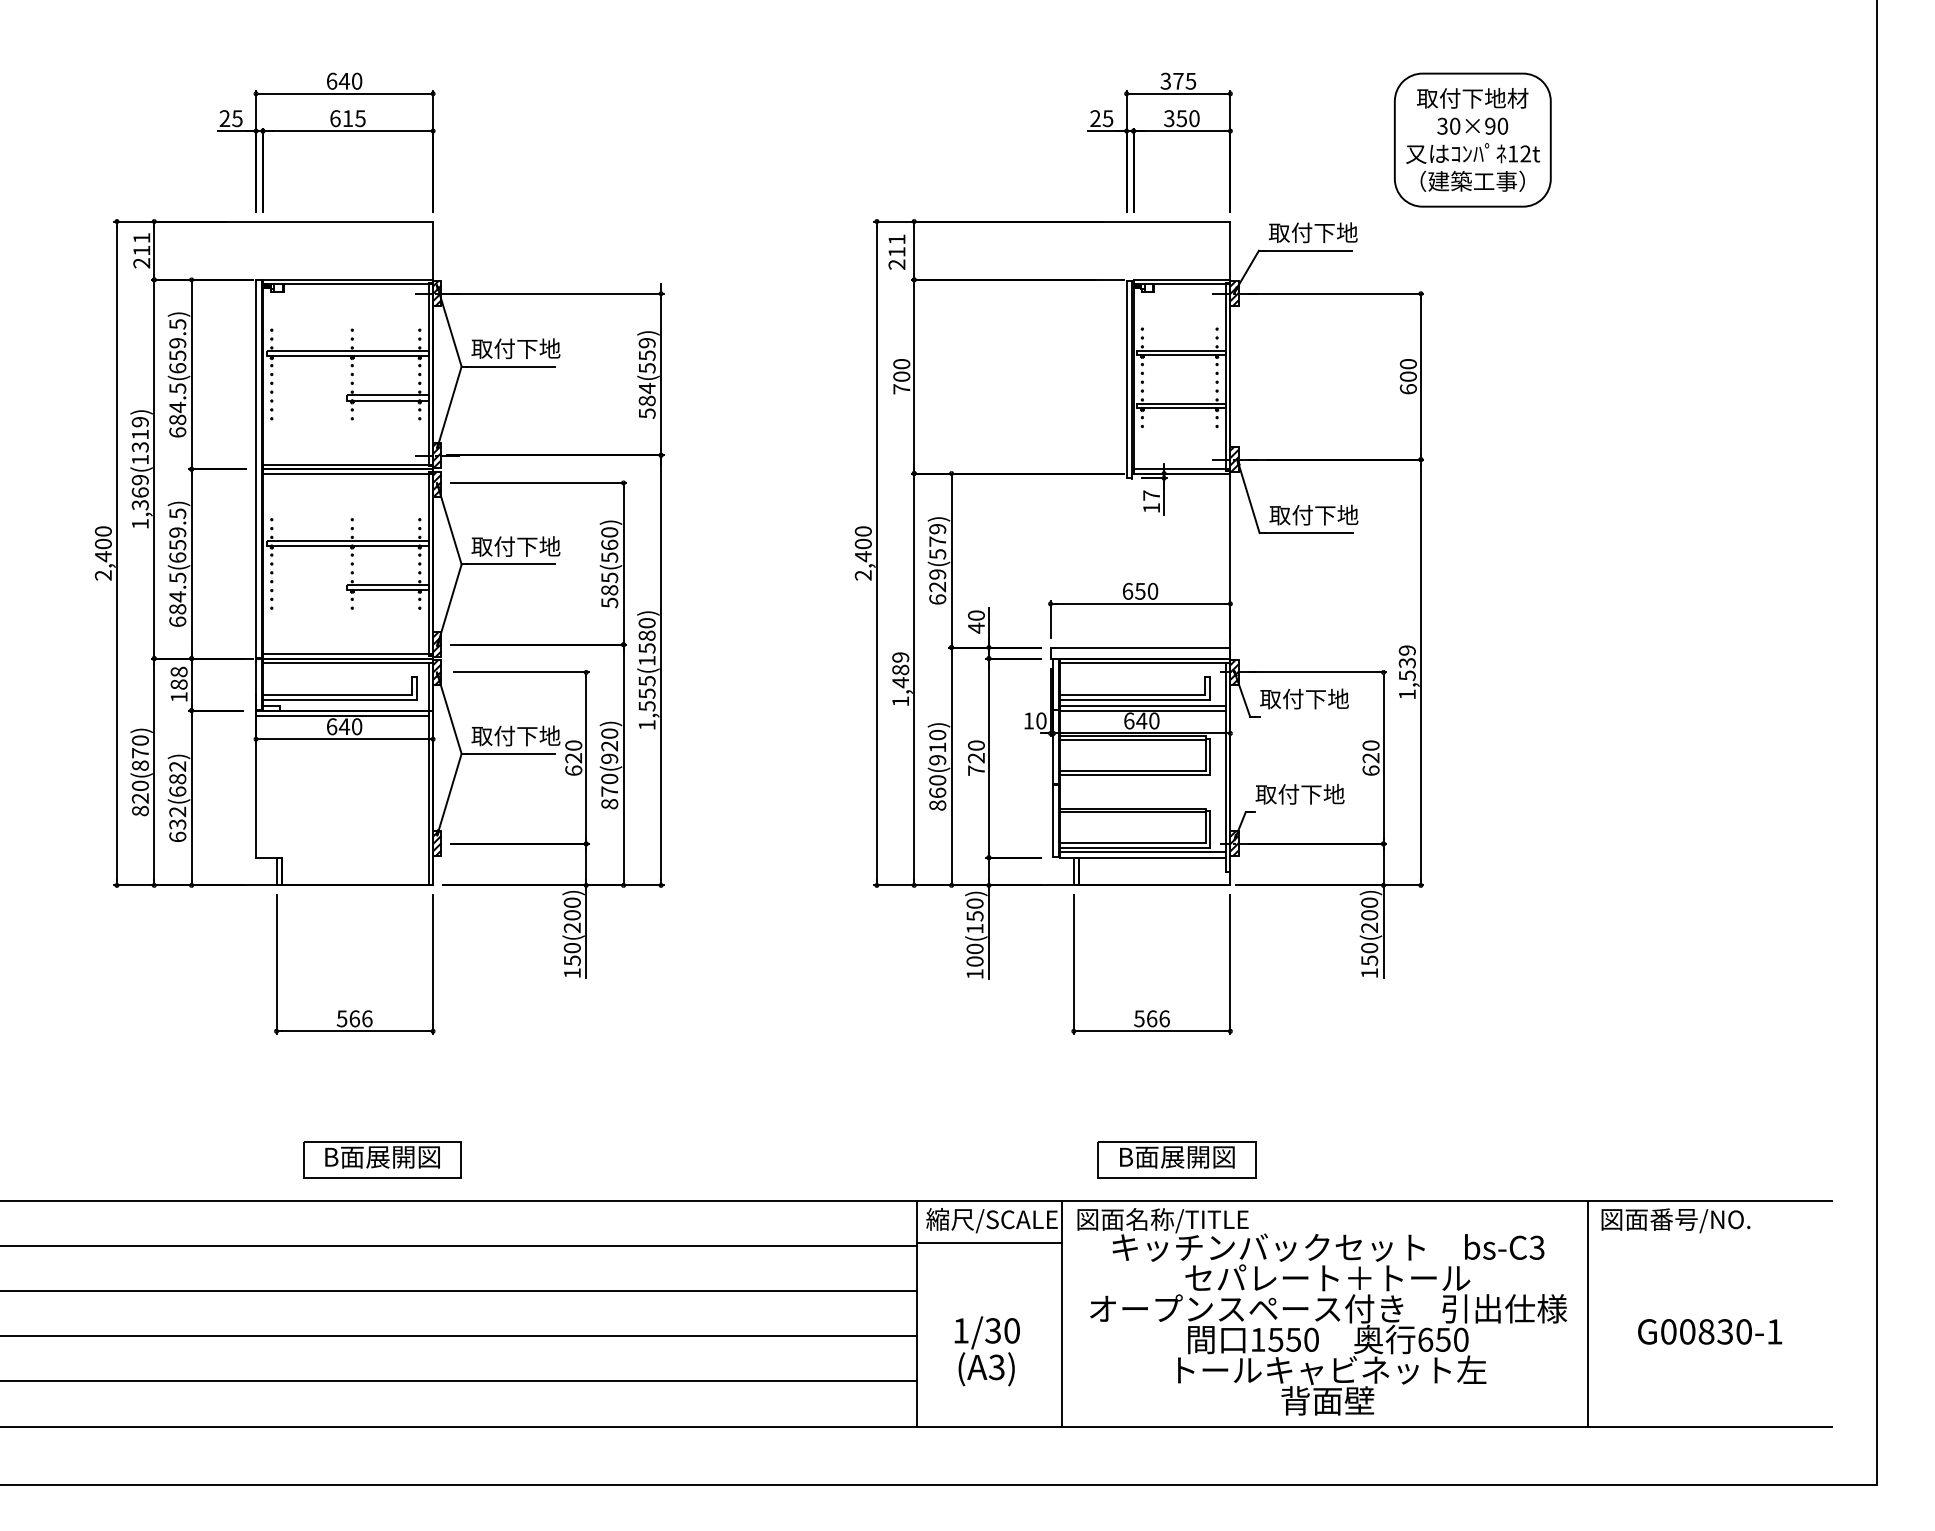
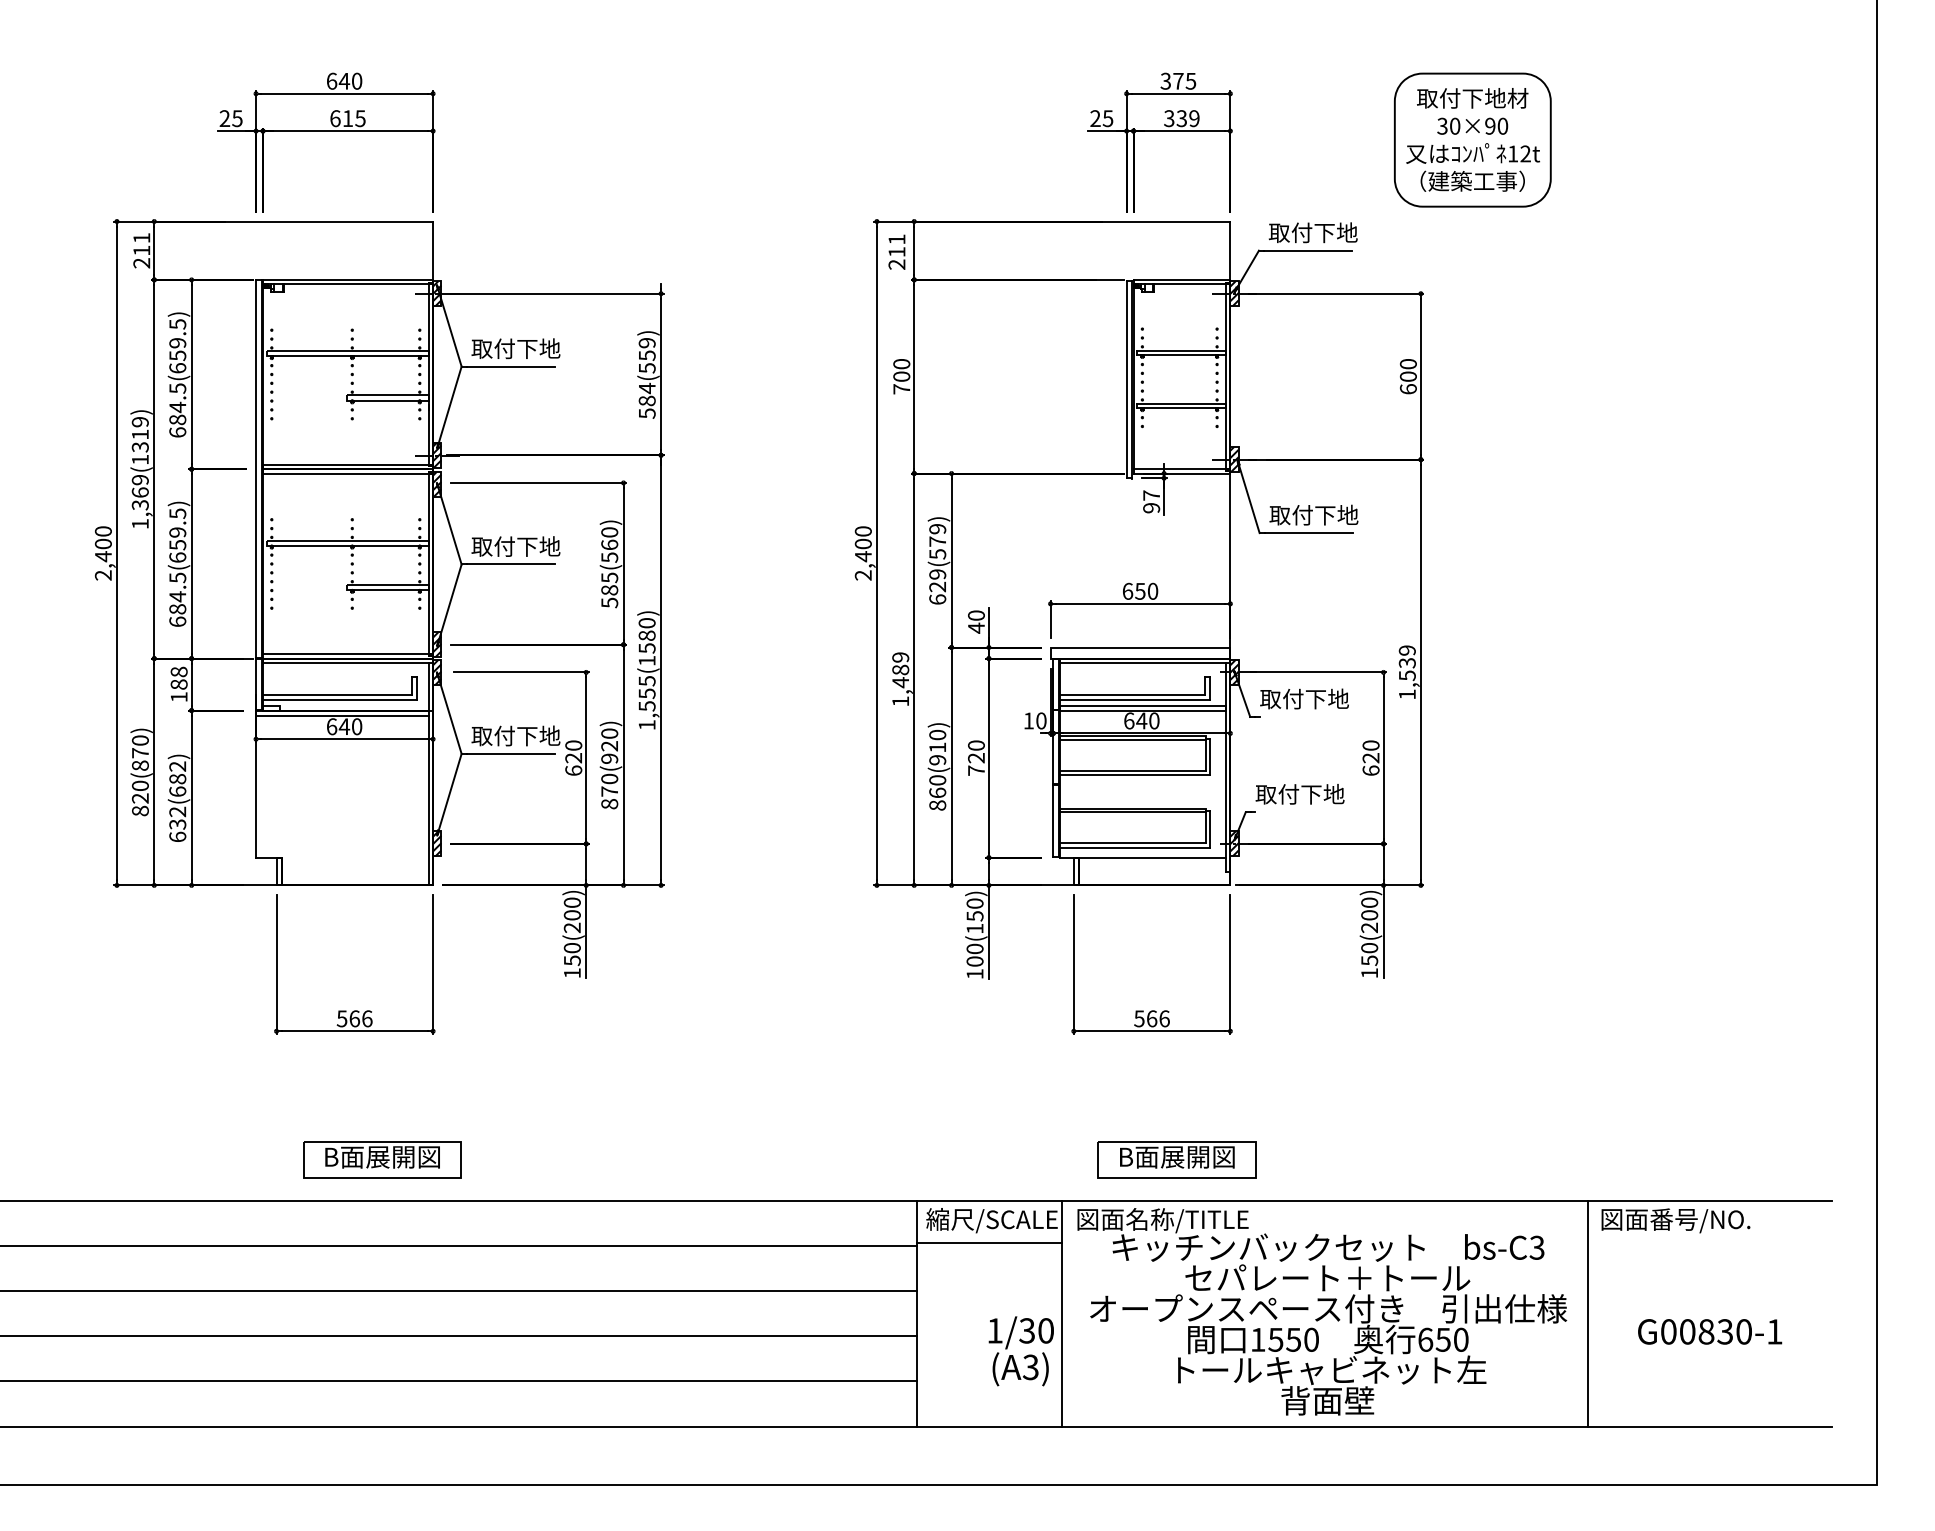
text at (1188, 118): 350 -> 339
text at (1151, 508): 17 -> 97
line at (1142, 852): present -> none
text at (986, 1351) position: (986, 1351) -> (1020, 1351)
